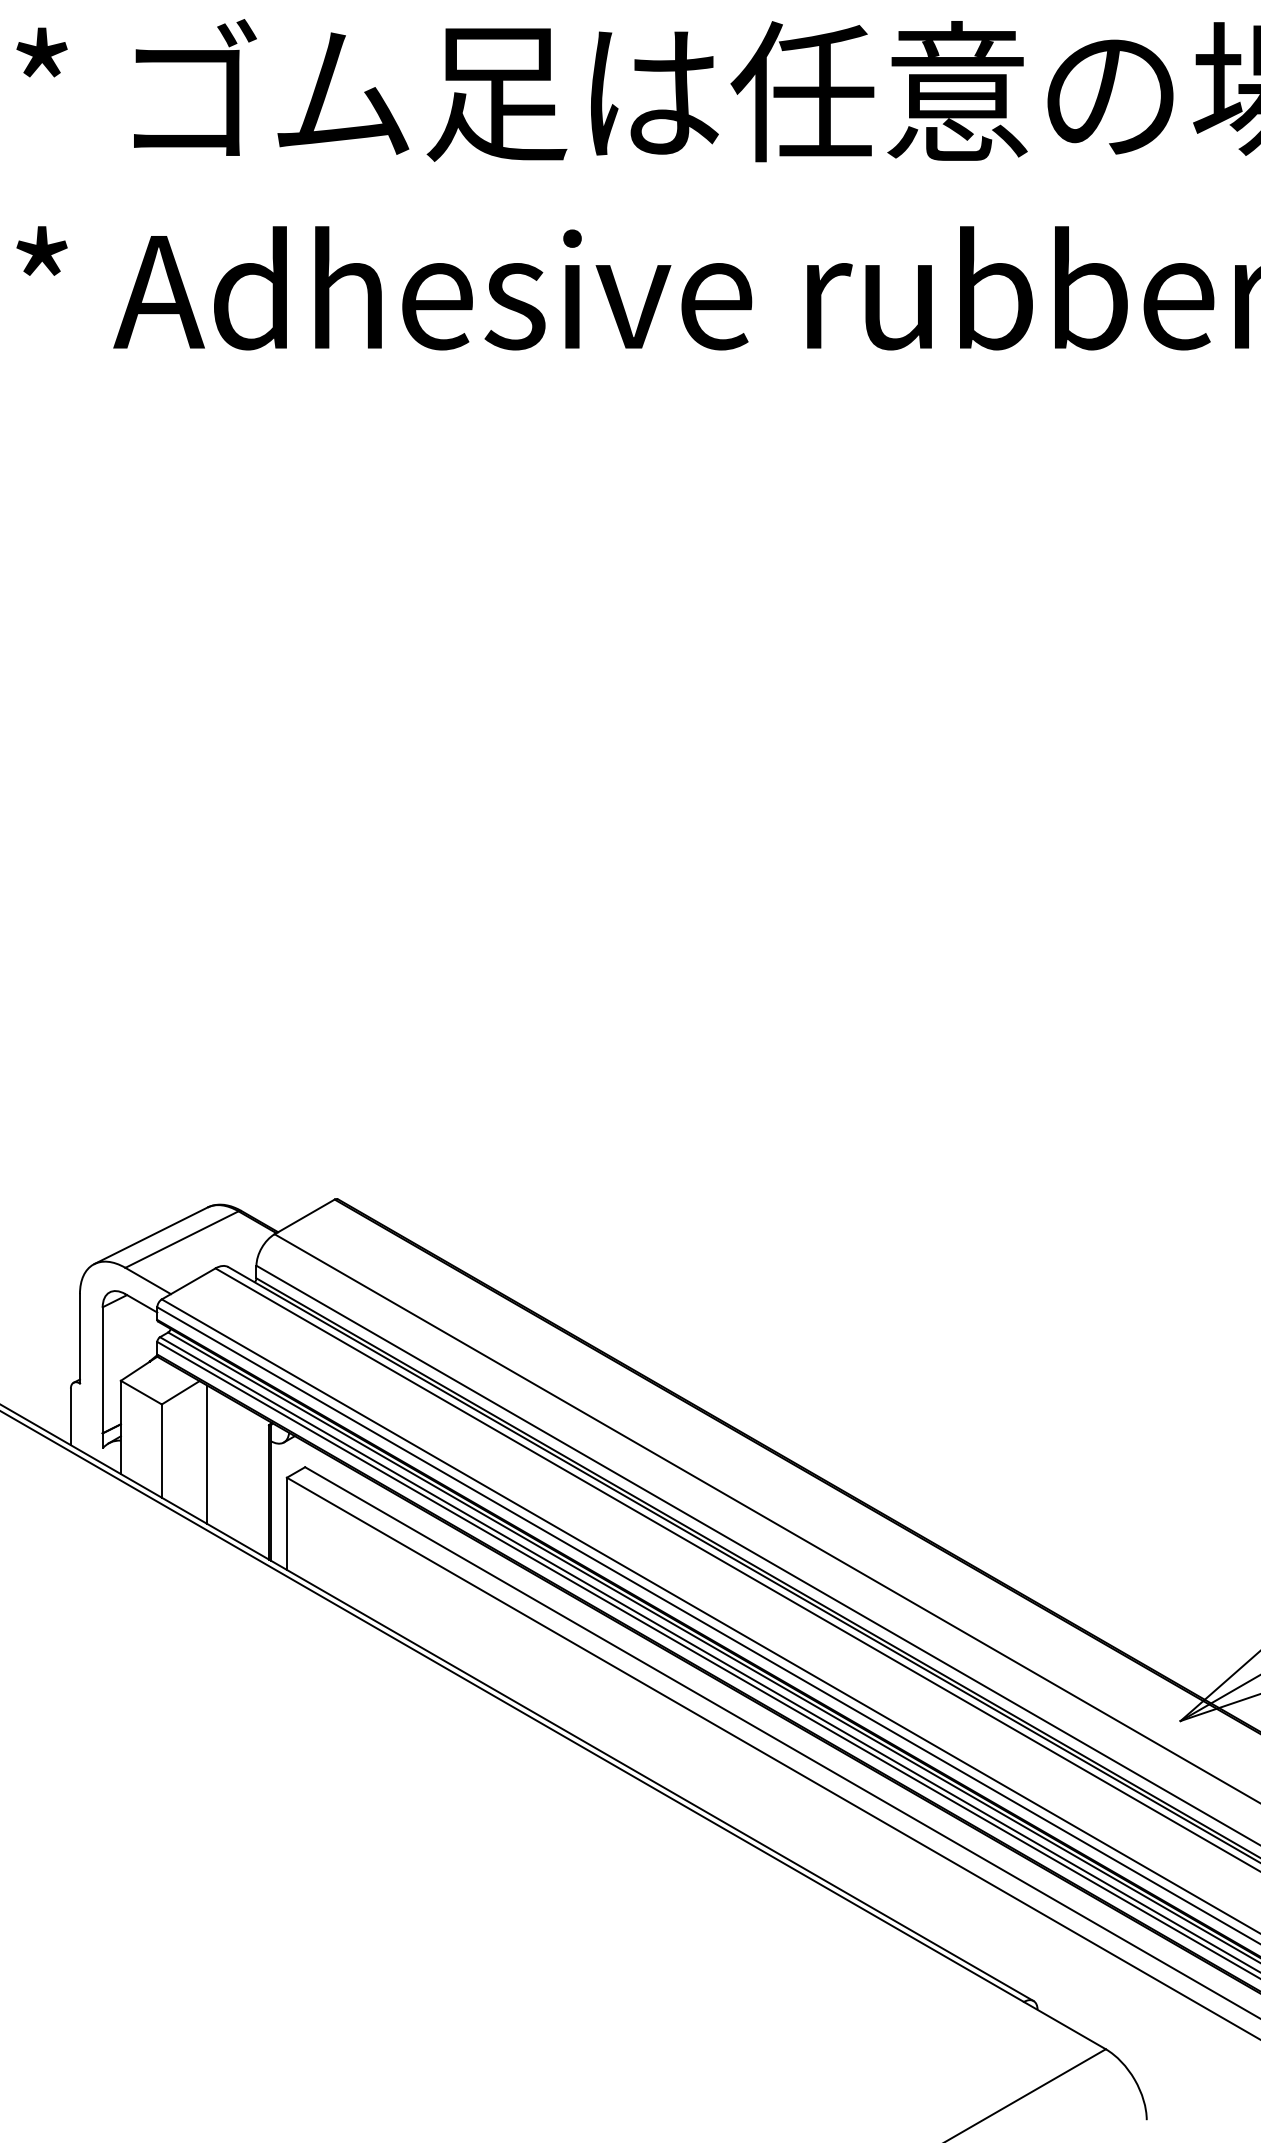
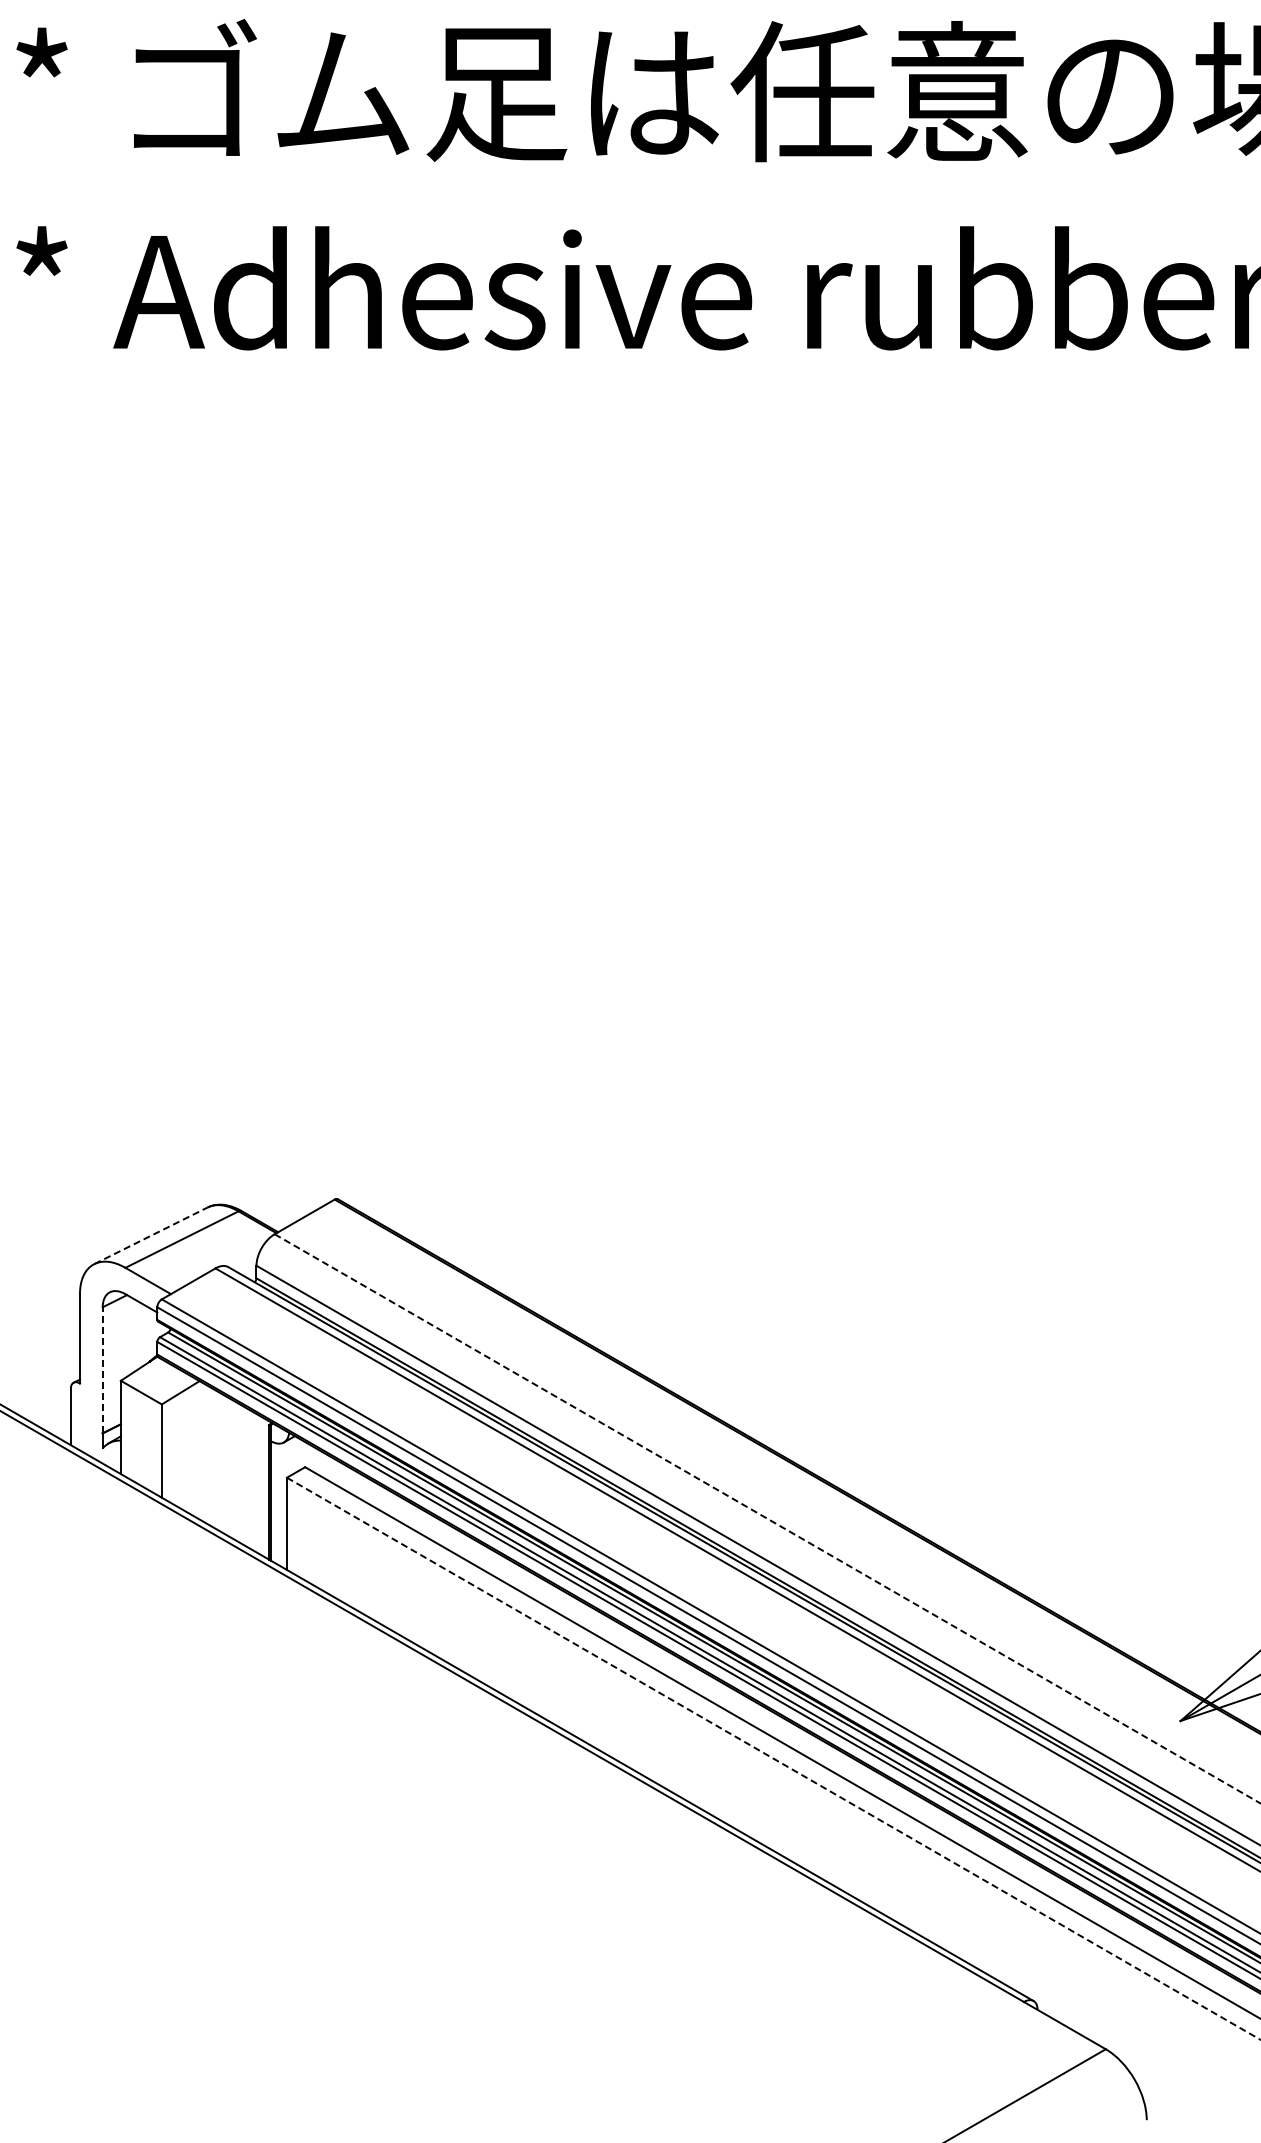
line at (151, 1235): solid -> dashed
line at (102, 1369): solid -> dashed
line at (207, 1454): present -> none
line at (768, 1519): solid -> dashed
line at (774, 1759): solid -> dashed
